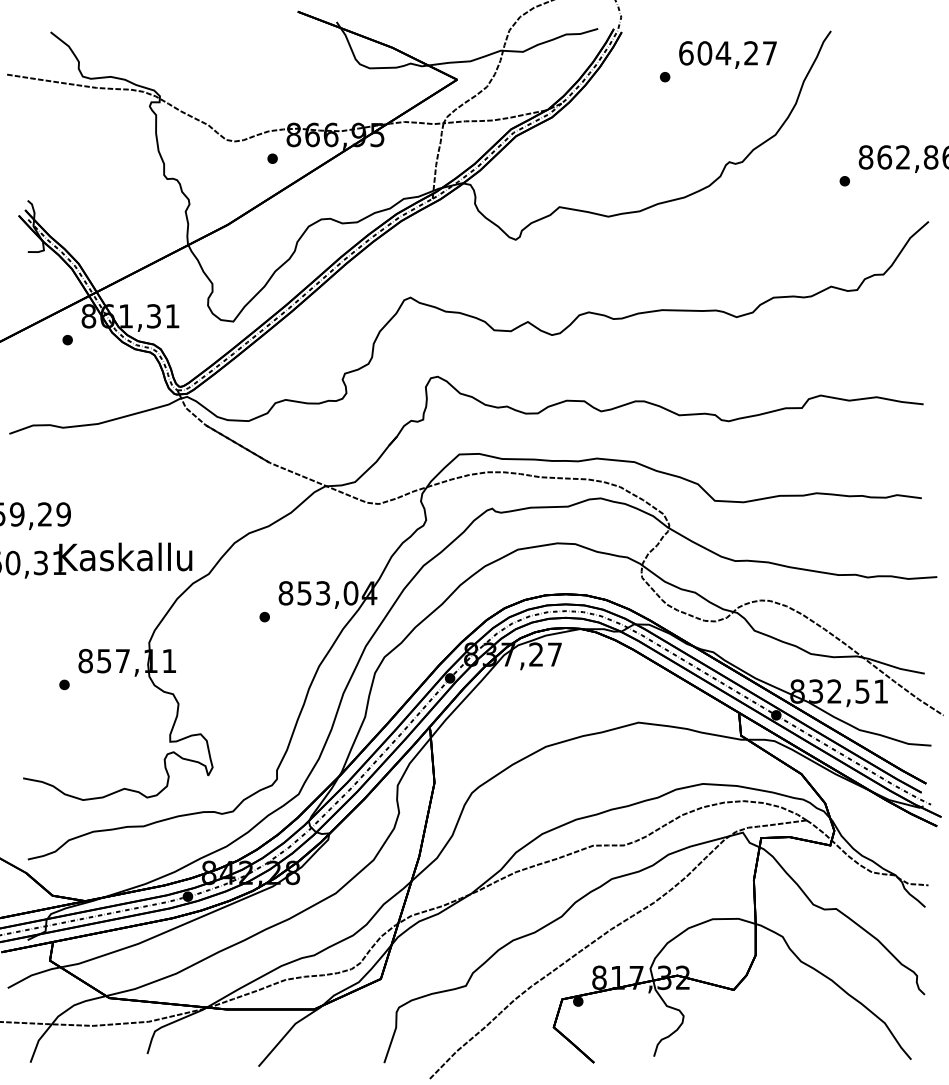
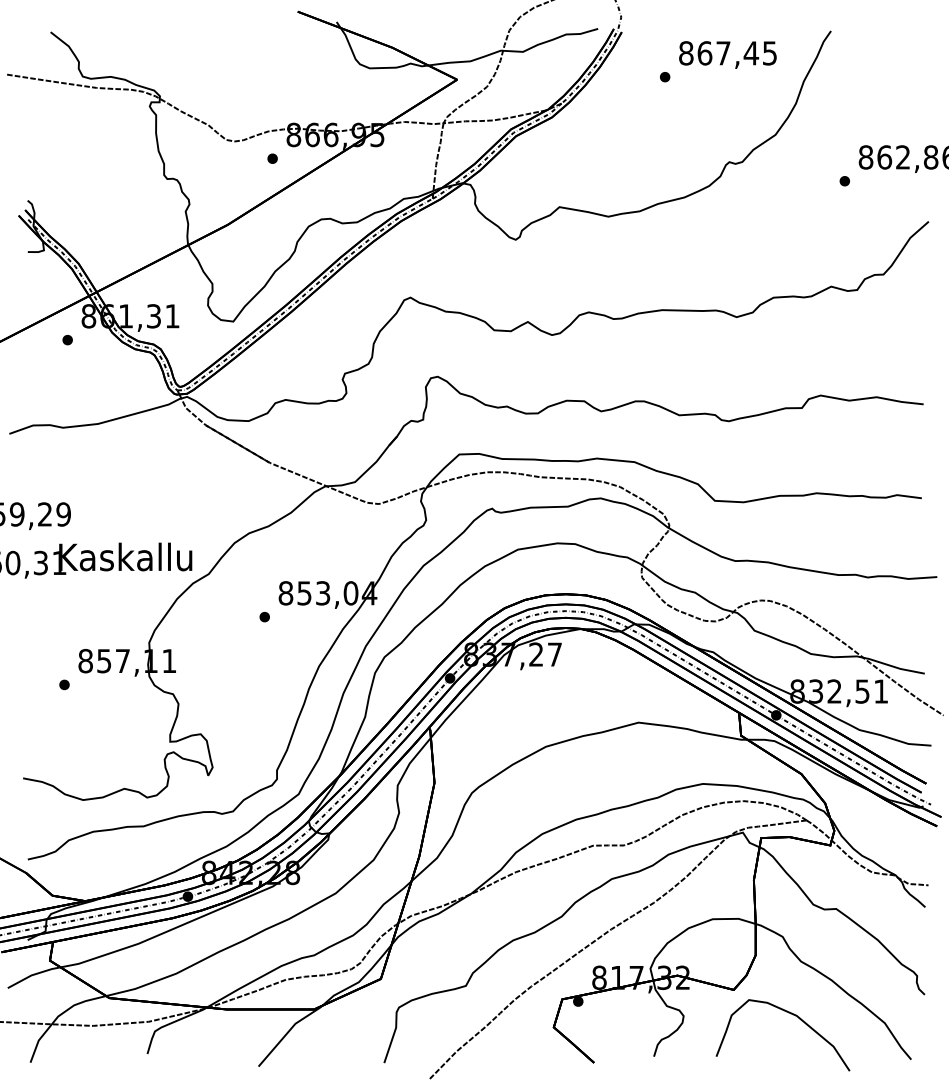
text at (727, 53): 604,27 -> 867,45
curve at (790, 1014): none -> present
